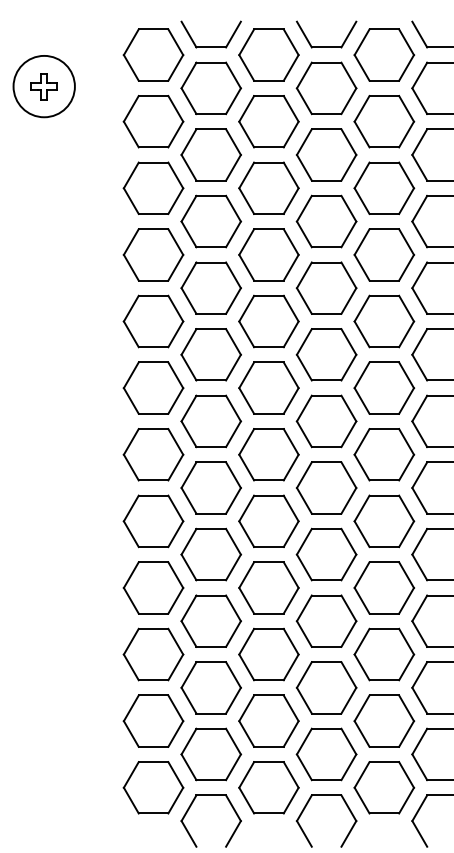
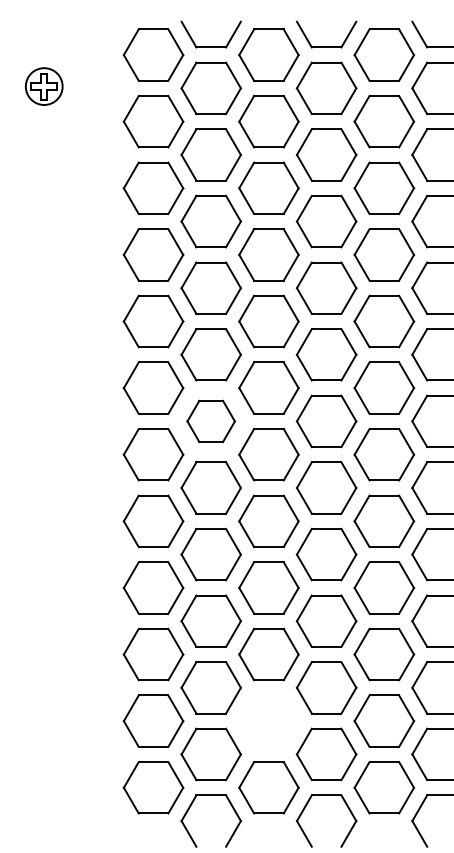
circle at (43, 86) diameter: 61 px -> 37 px
part at (210, 421) size: 62x55 px -> 51x44 px
part at (268, 720): present -> none
